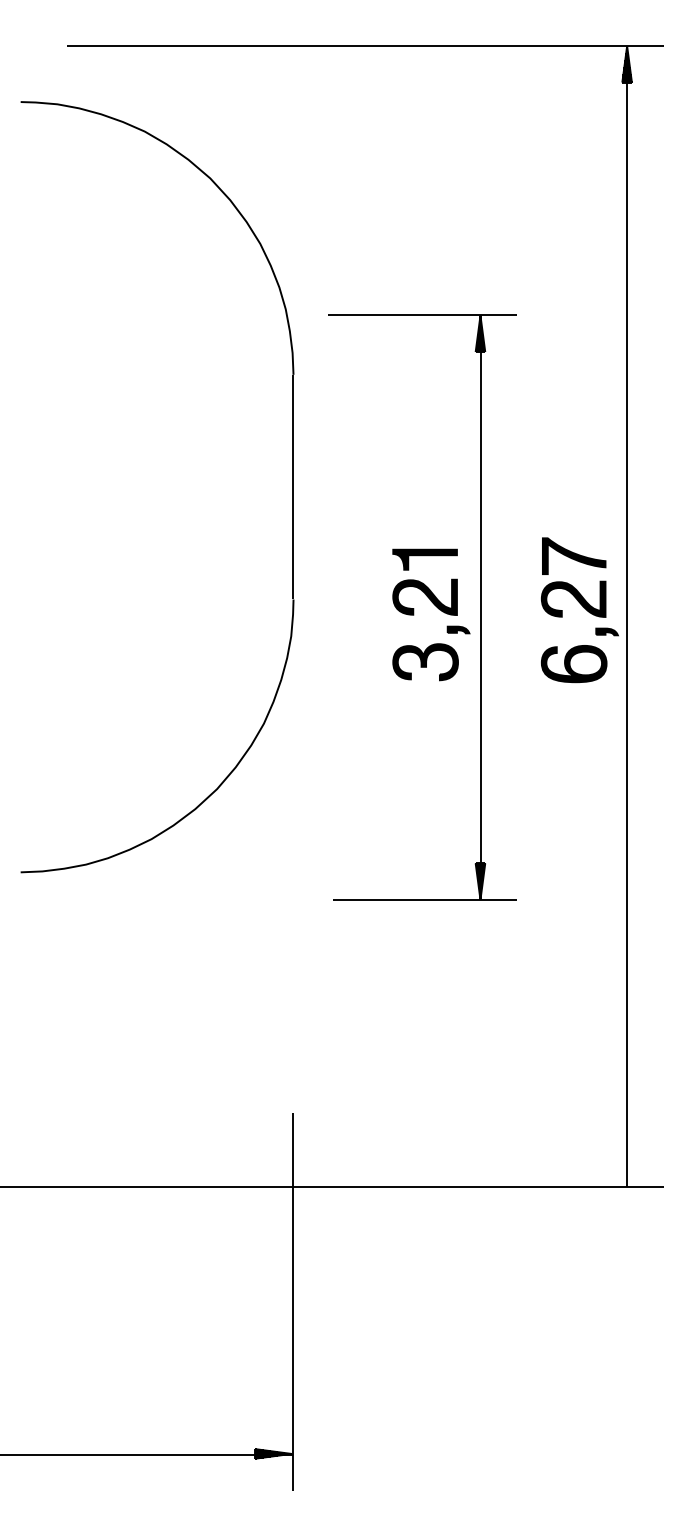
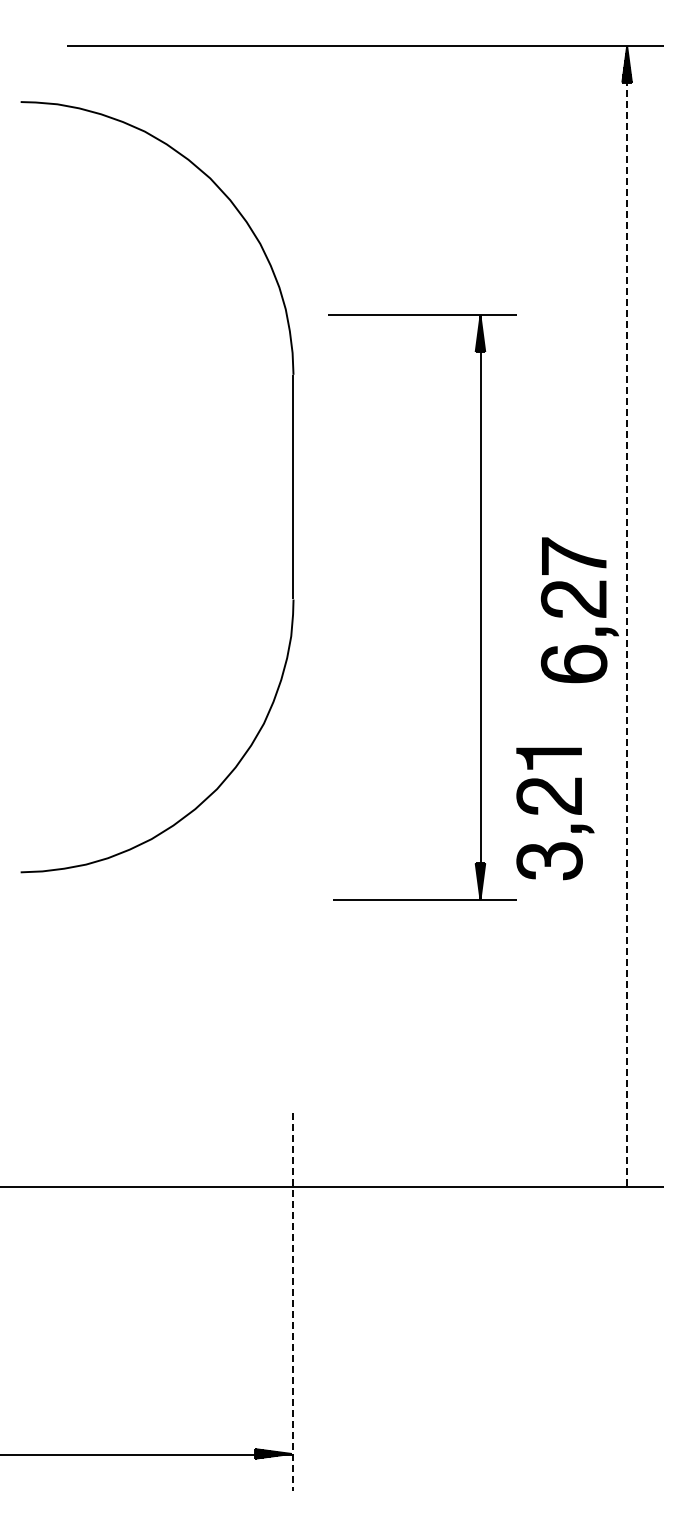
part at (437, 608) position: (437, 608) -> (561, 807)
line at (627, 617): solid -> dashed
line at (293, 1302): solid -> dashed
